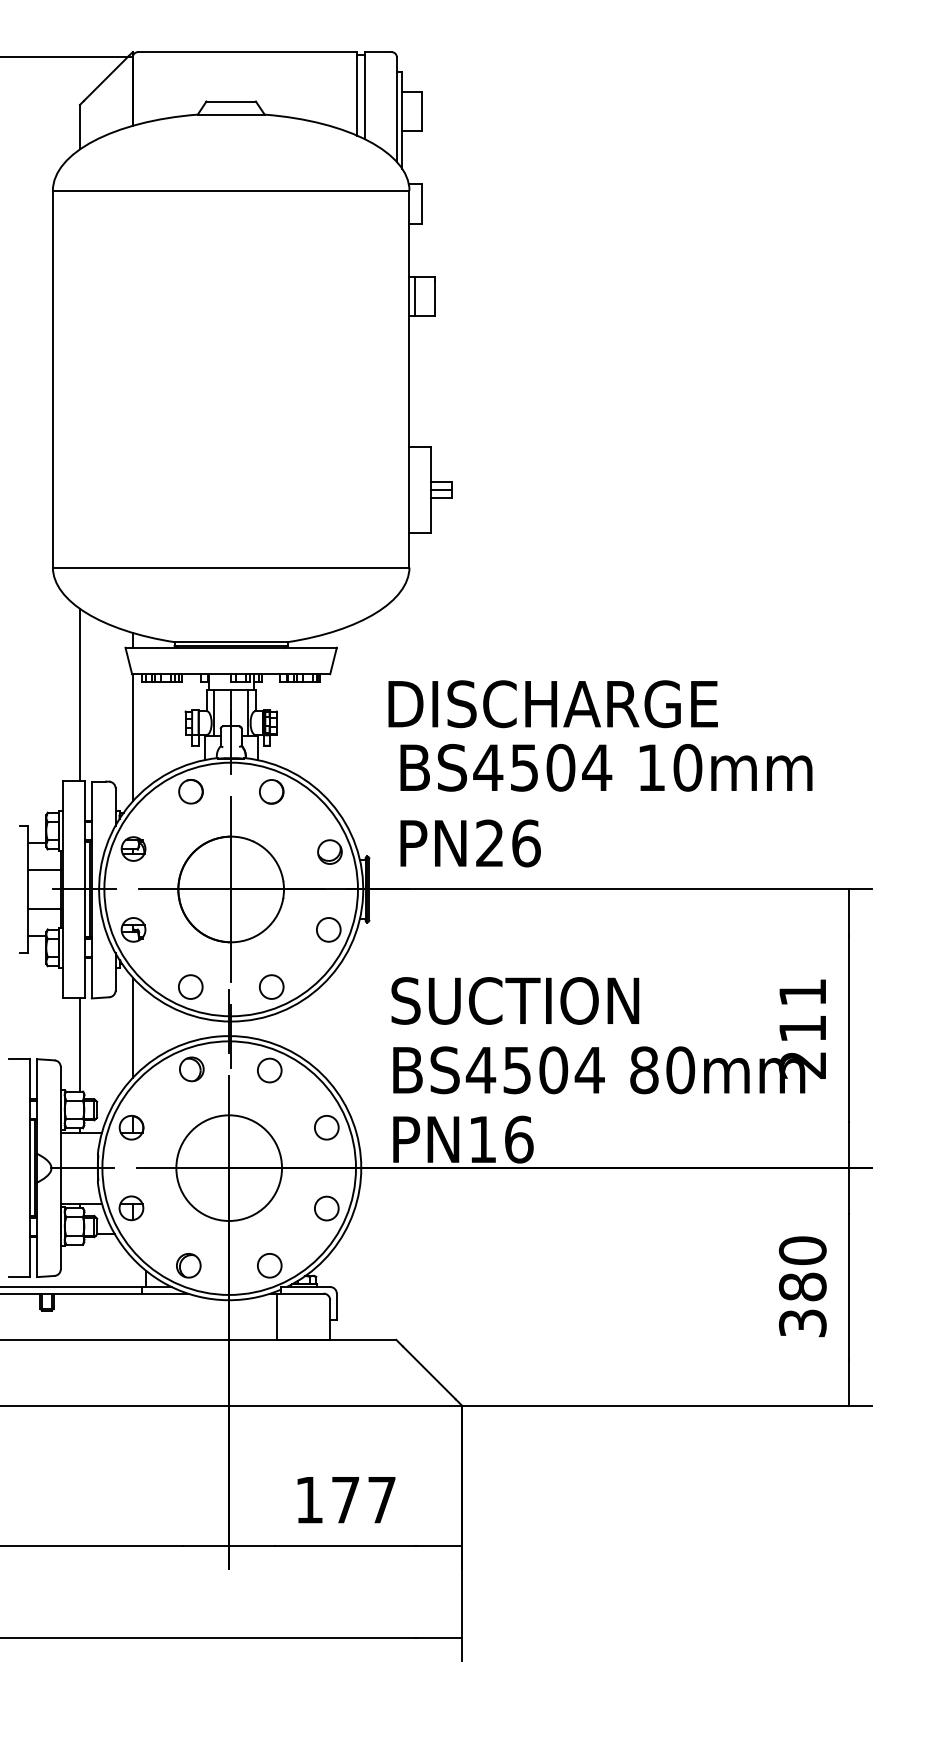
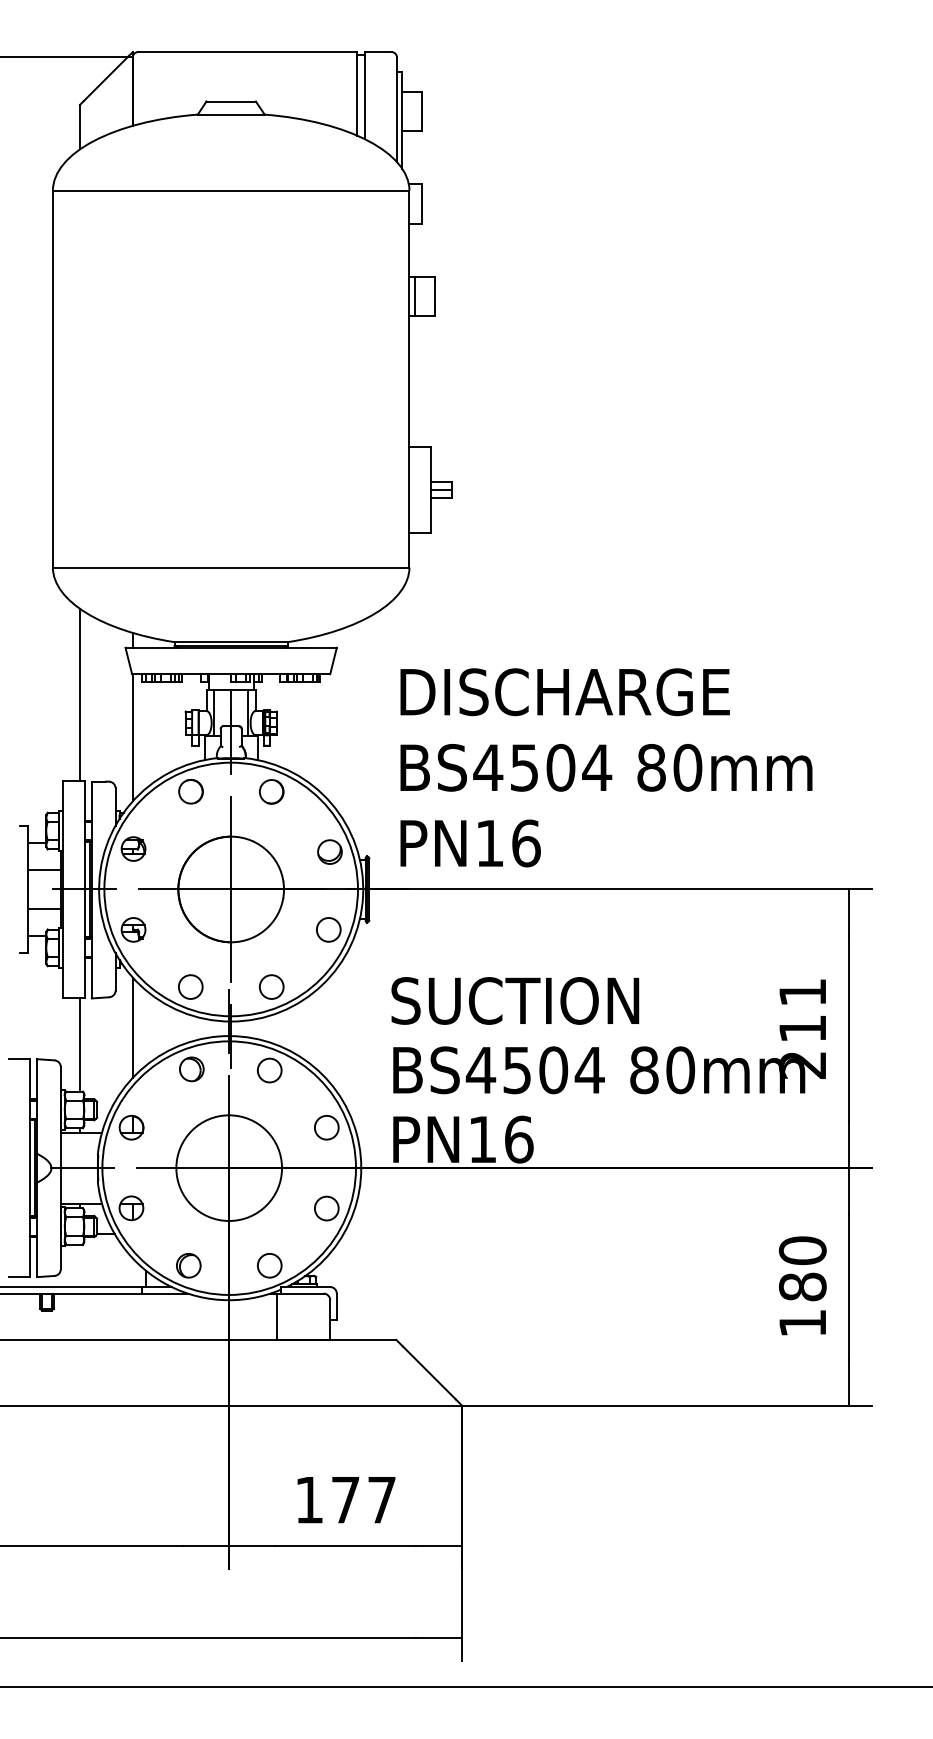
text at (552, 704) position: (552, 704) -> (564, 692)
text at (651, 767): 10mm -> 80mm
text at (489, 842): PN26 -> PN16
text at (802, 1323): 380 -> 180
line at (465, 1686): none -> present
